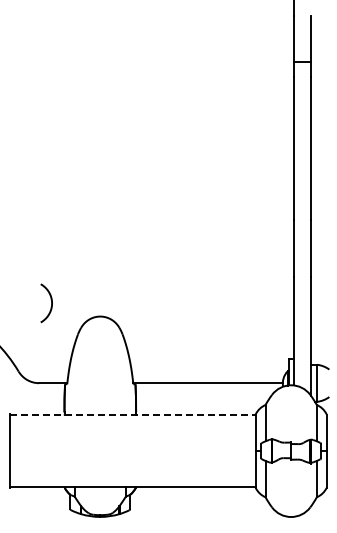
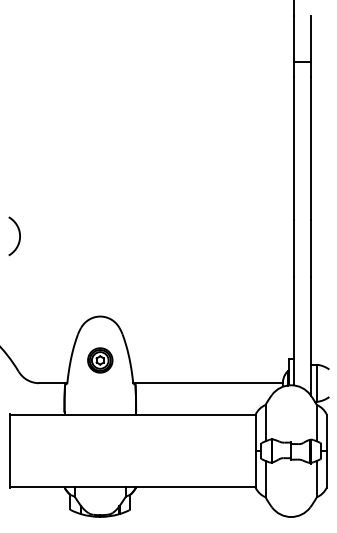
curve at (51, 303) position: (51, 303) -> (19, 236)
part at (100, 360): none -> present
line at (133, 415): dashed -> solid
